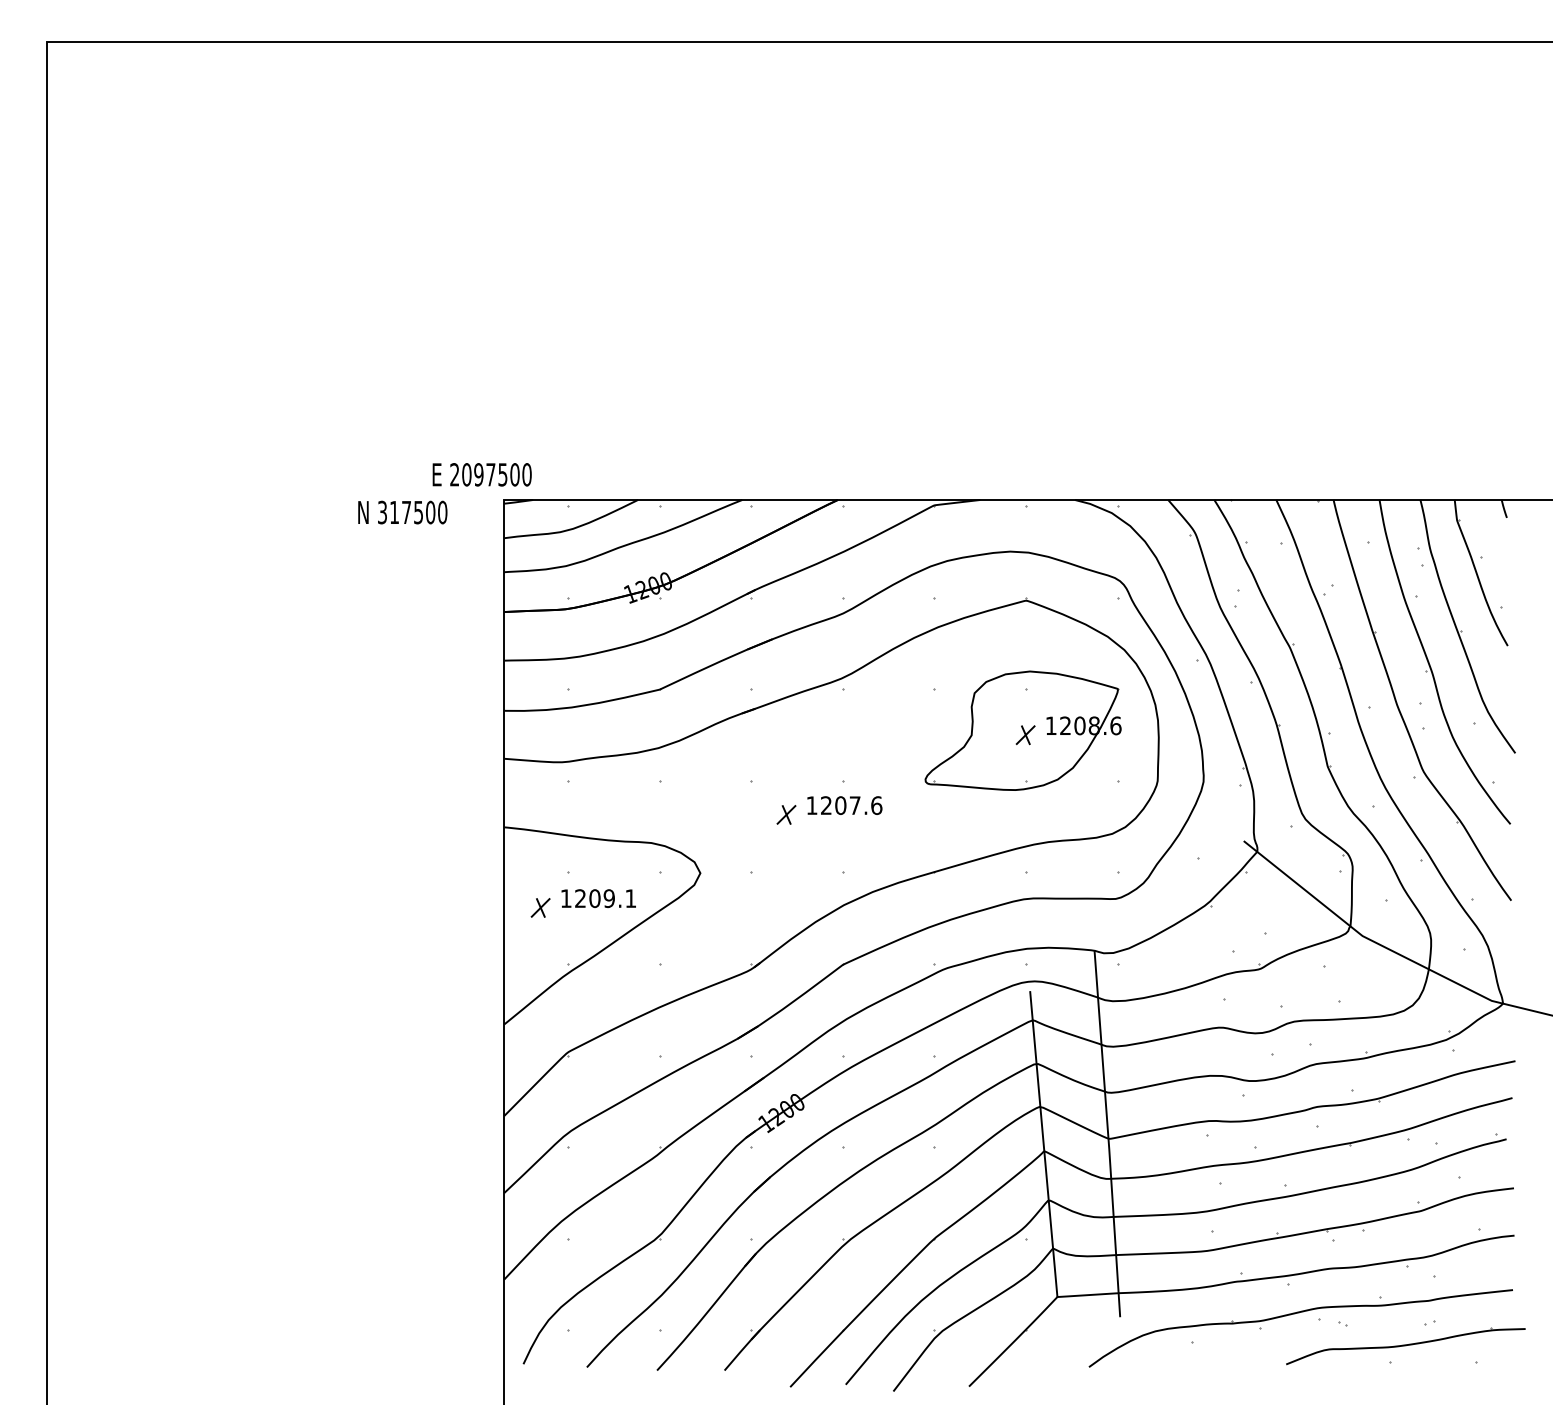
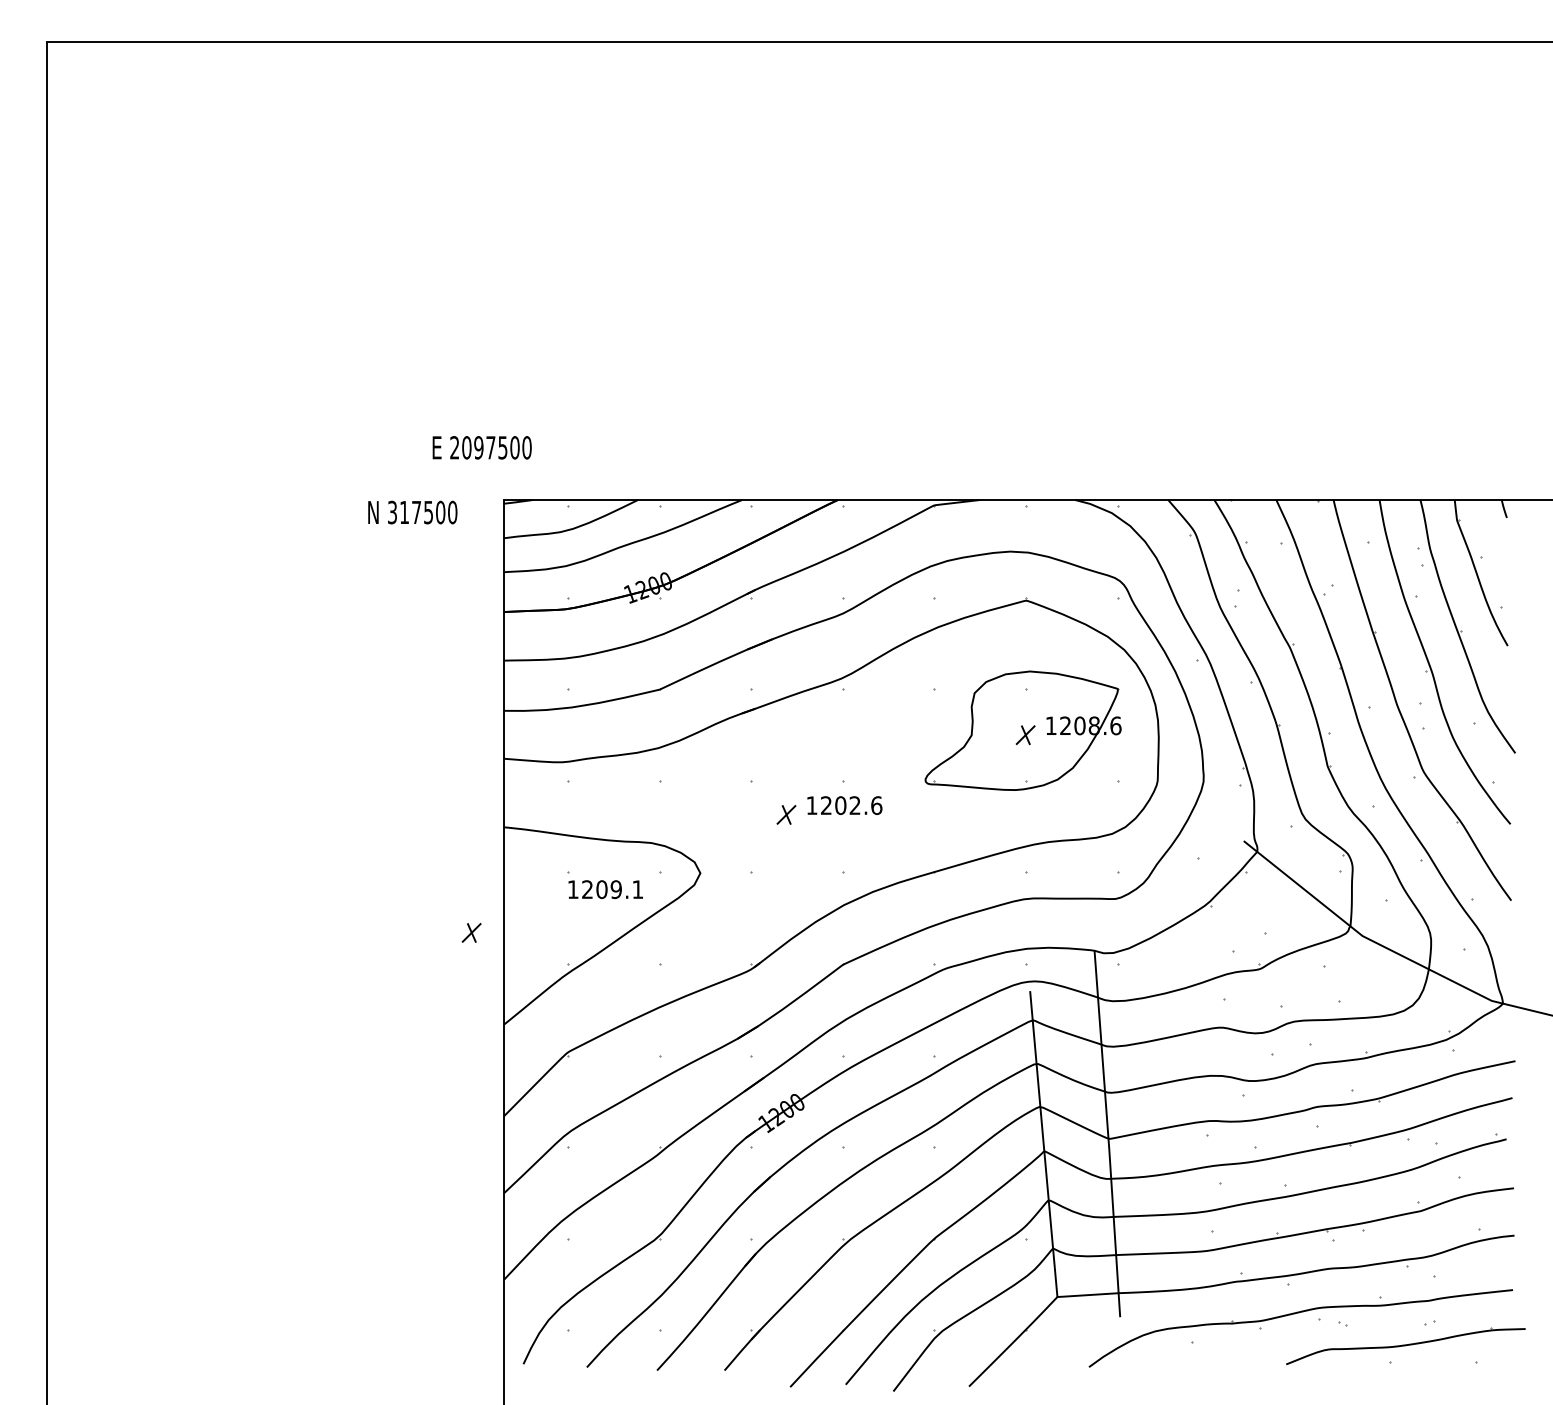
text at (481, 474) position: (481, 474) -> (481, 447)
text at (402, 512) position: (402, 512) -> (412, 512)
text at (854, 805): 1207.6 -> 1202.6
text at (598, 898) position: (598, 898) -> (605, 889)
part at (540, 907) position: (540, 907) -> (471, 932)
